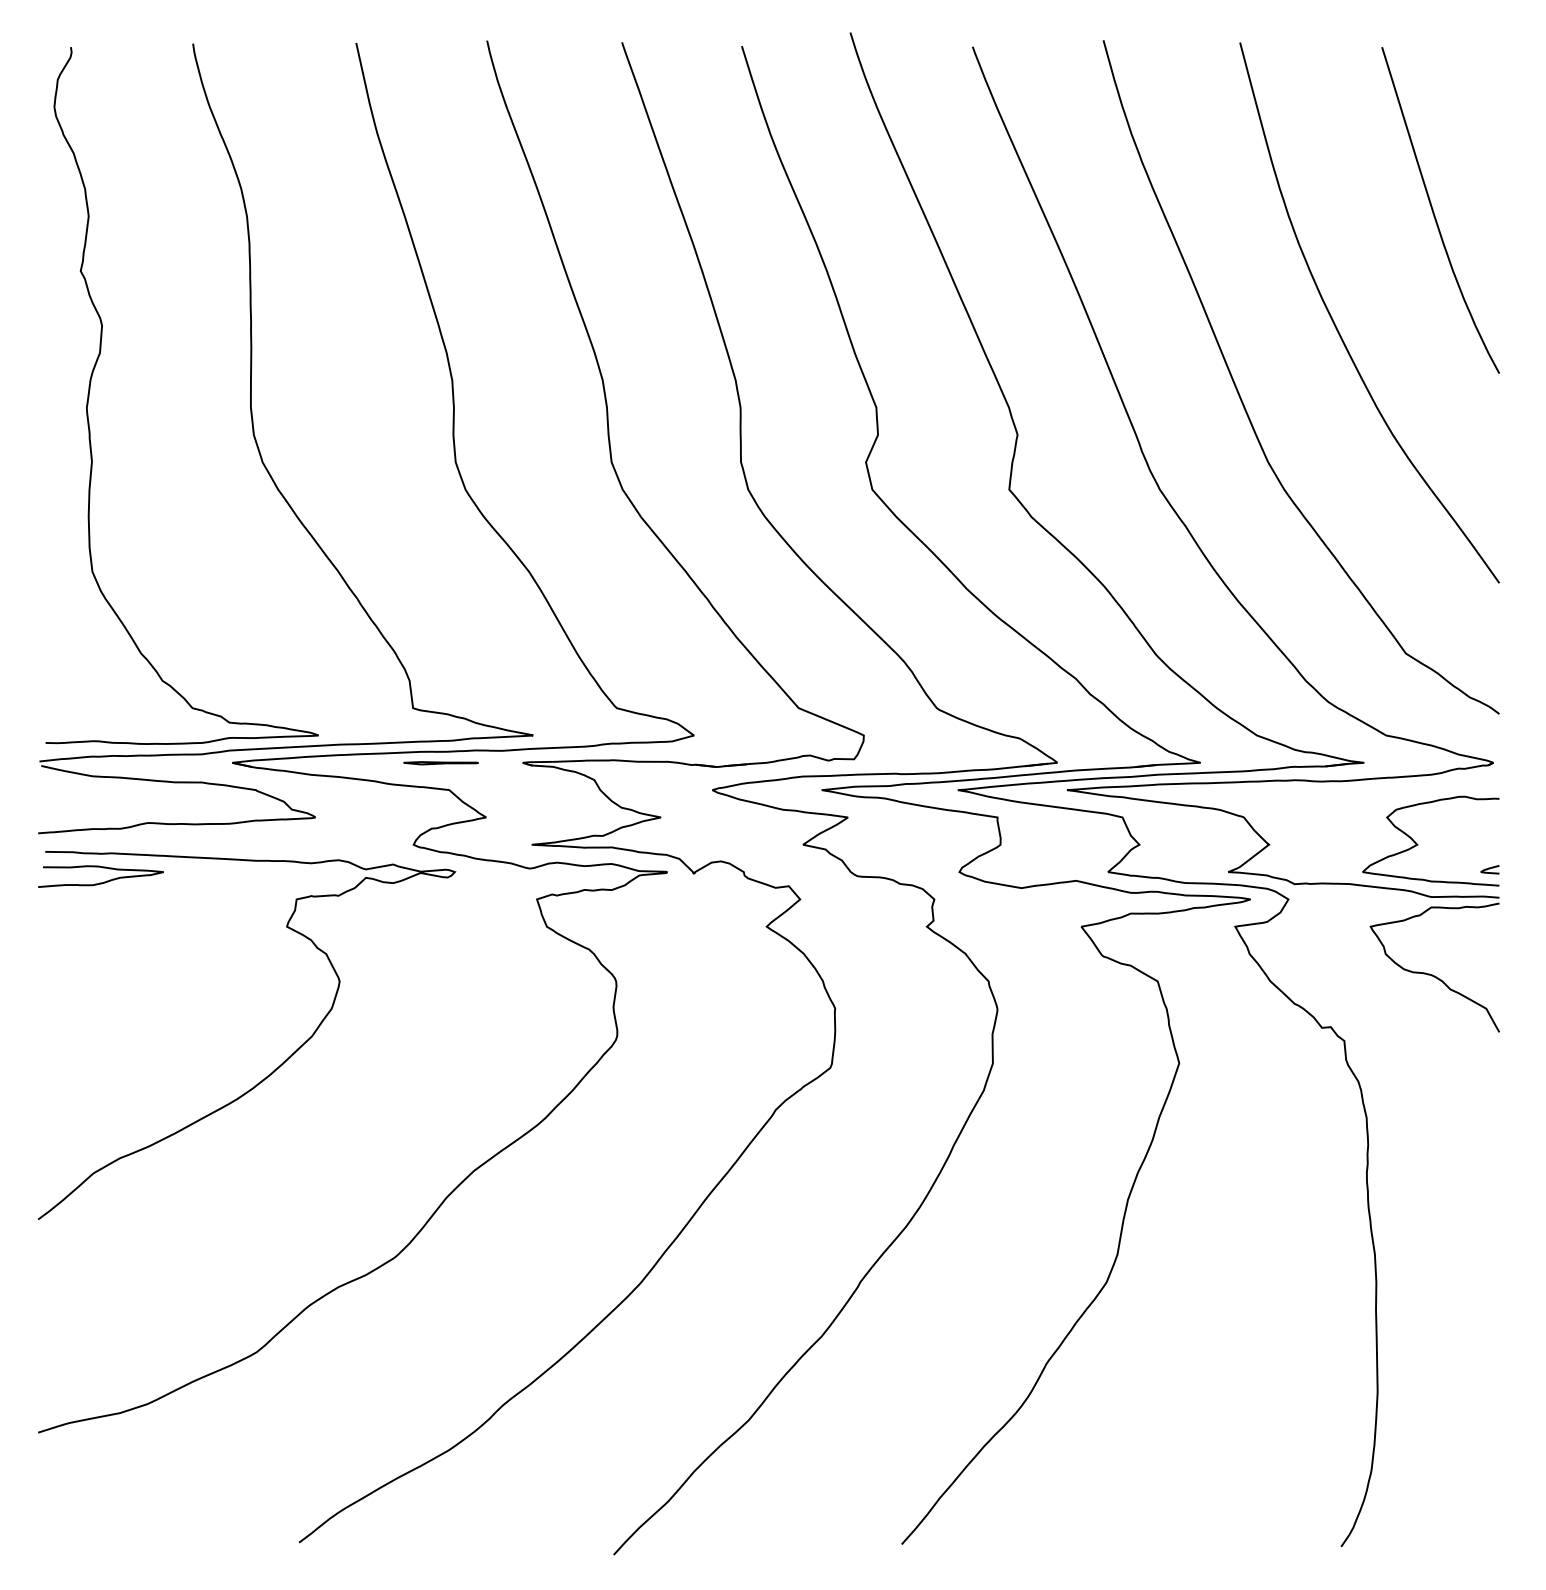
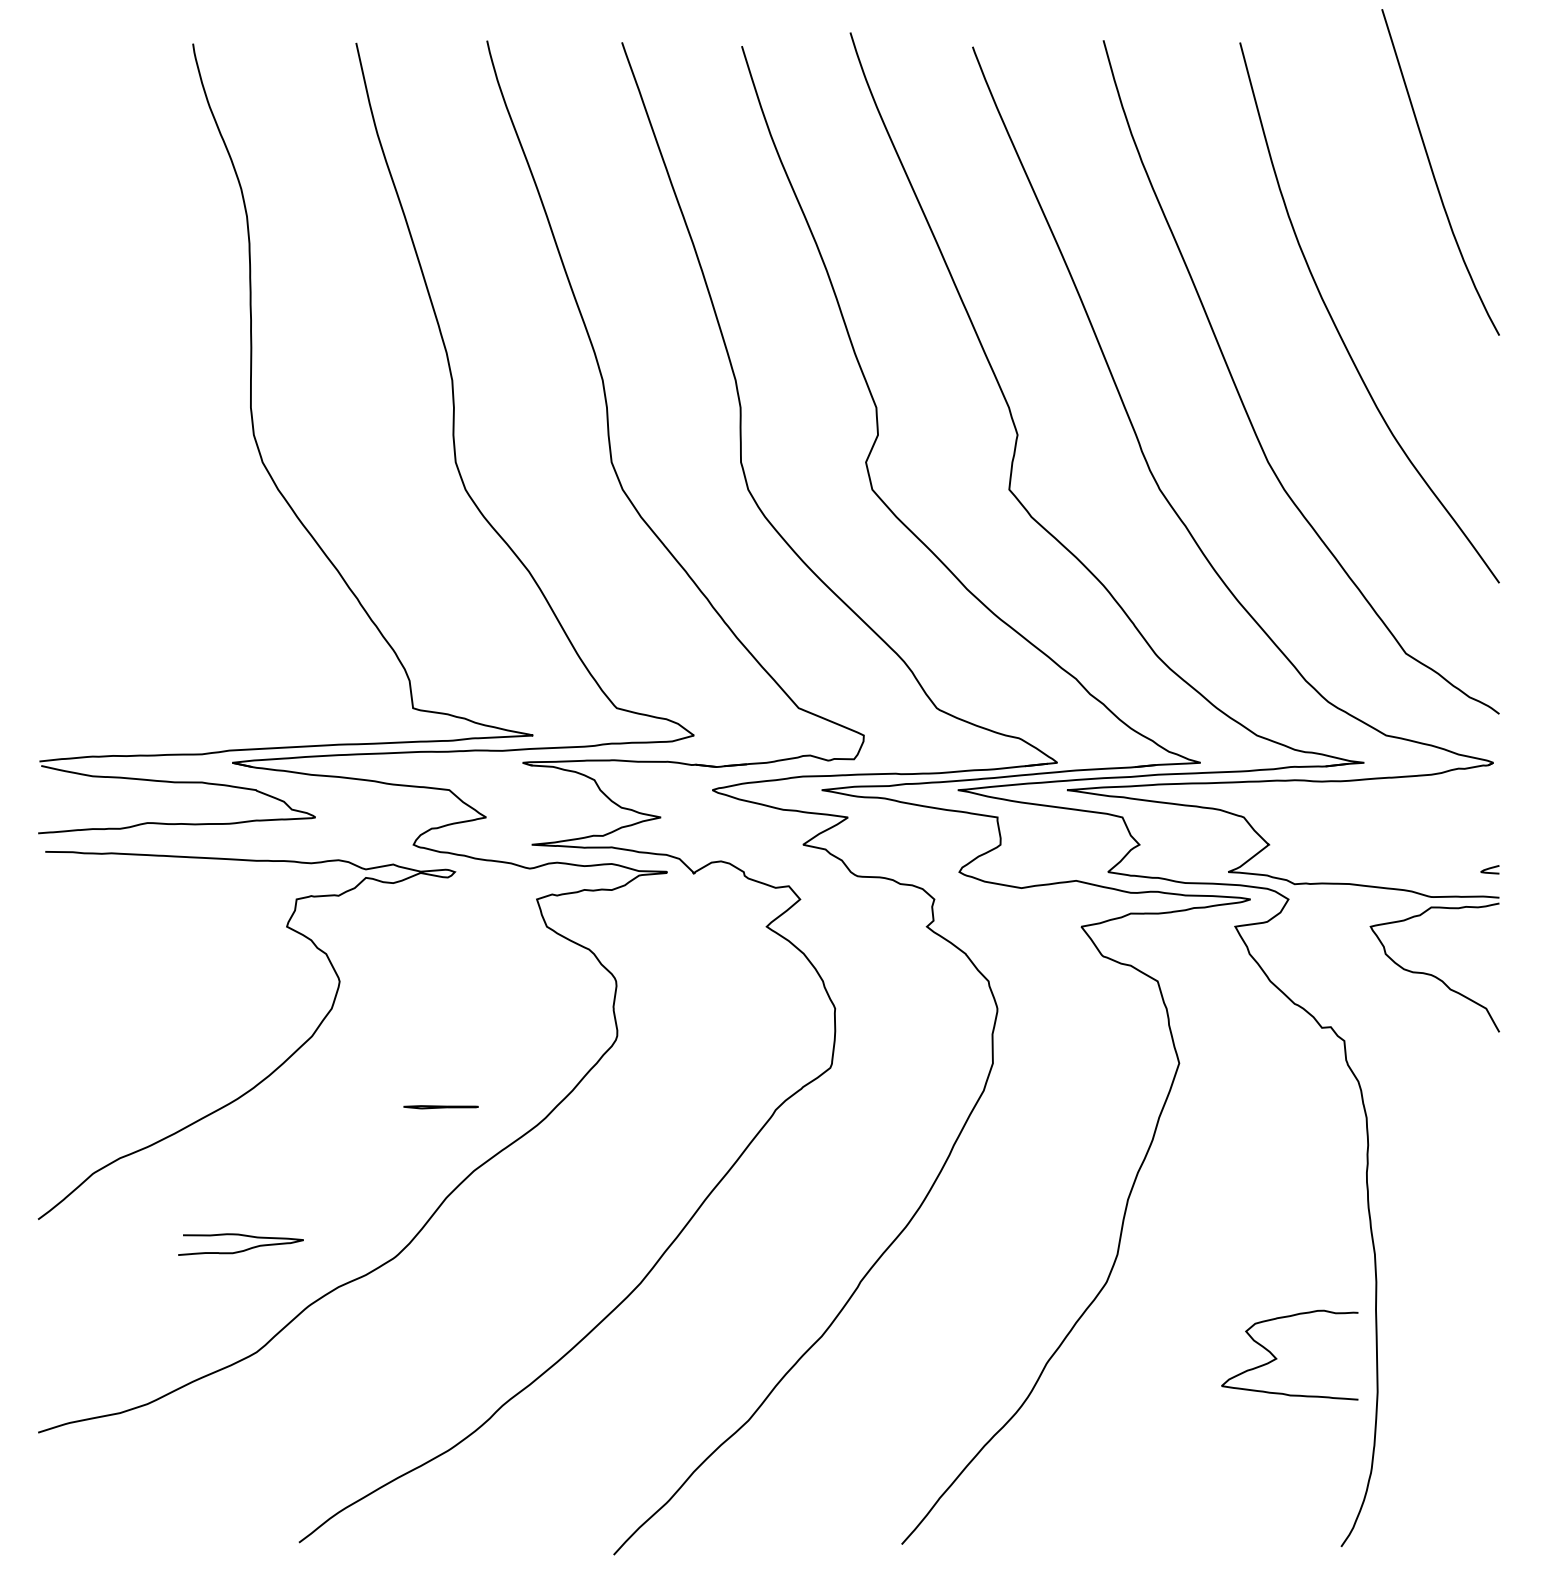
curve at (1434, 212) position: (1434, 212) -> (1434, 174)
curve at (96, 365): present -> none
line at (440, 763) position: (440, 763) -> (440, 1107)
curve at (1418, 844) position: (1418, 844) -> (1277, 1358)
curve at (100, 882) position: (100, 882) -> (240, 1250)
